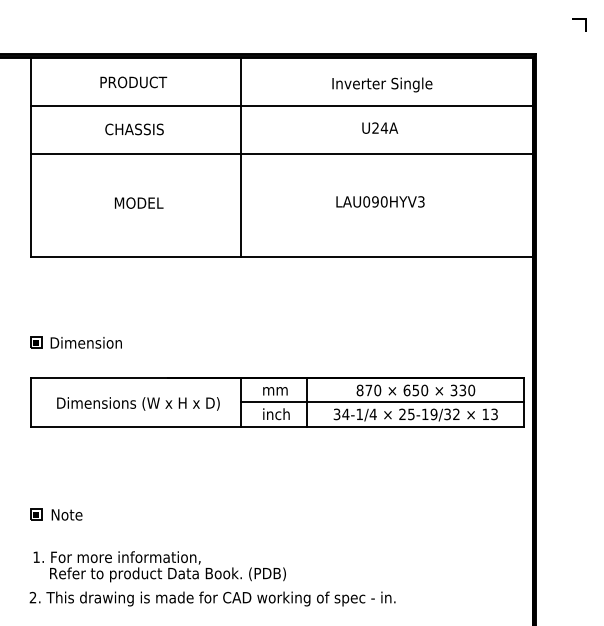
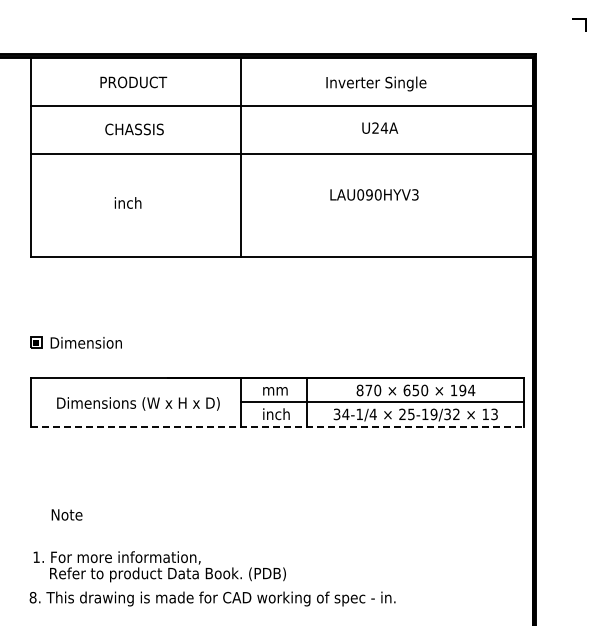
text at (382, 84) position: (382, 84) -> (376, 83)
text at (380, 201) position: (380, 201) -> (374, 194)
text at (138, 202): MODEL -> inch
text at (462, 390): 330 -> 194
line at (277, 426): solid -> dashed
part at (36, 514): present -> none
text at (32, 597): 2. -> 8.
